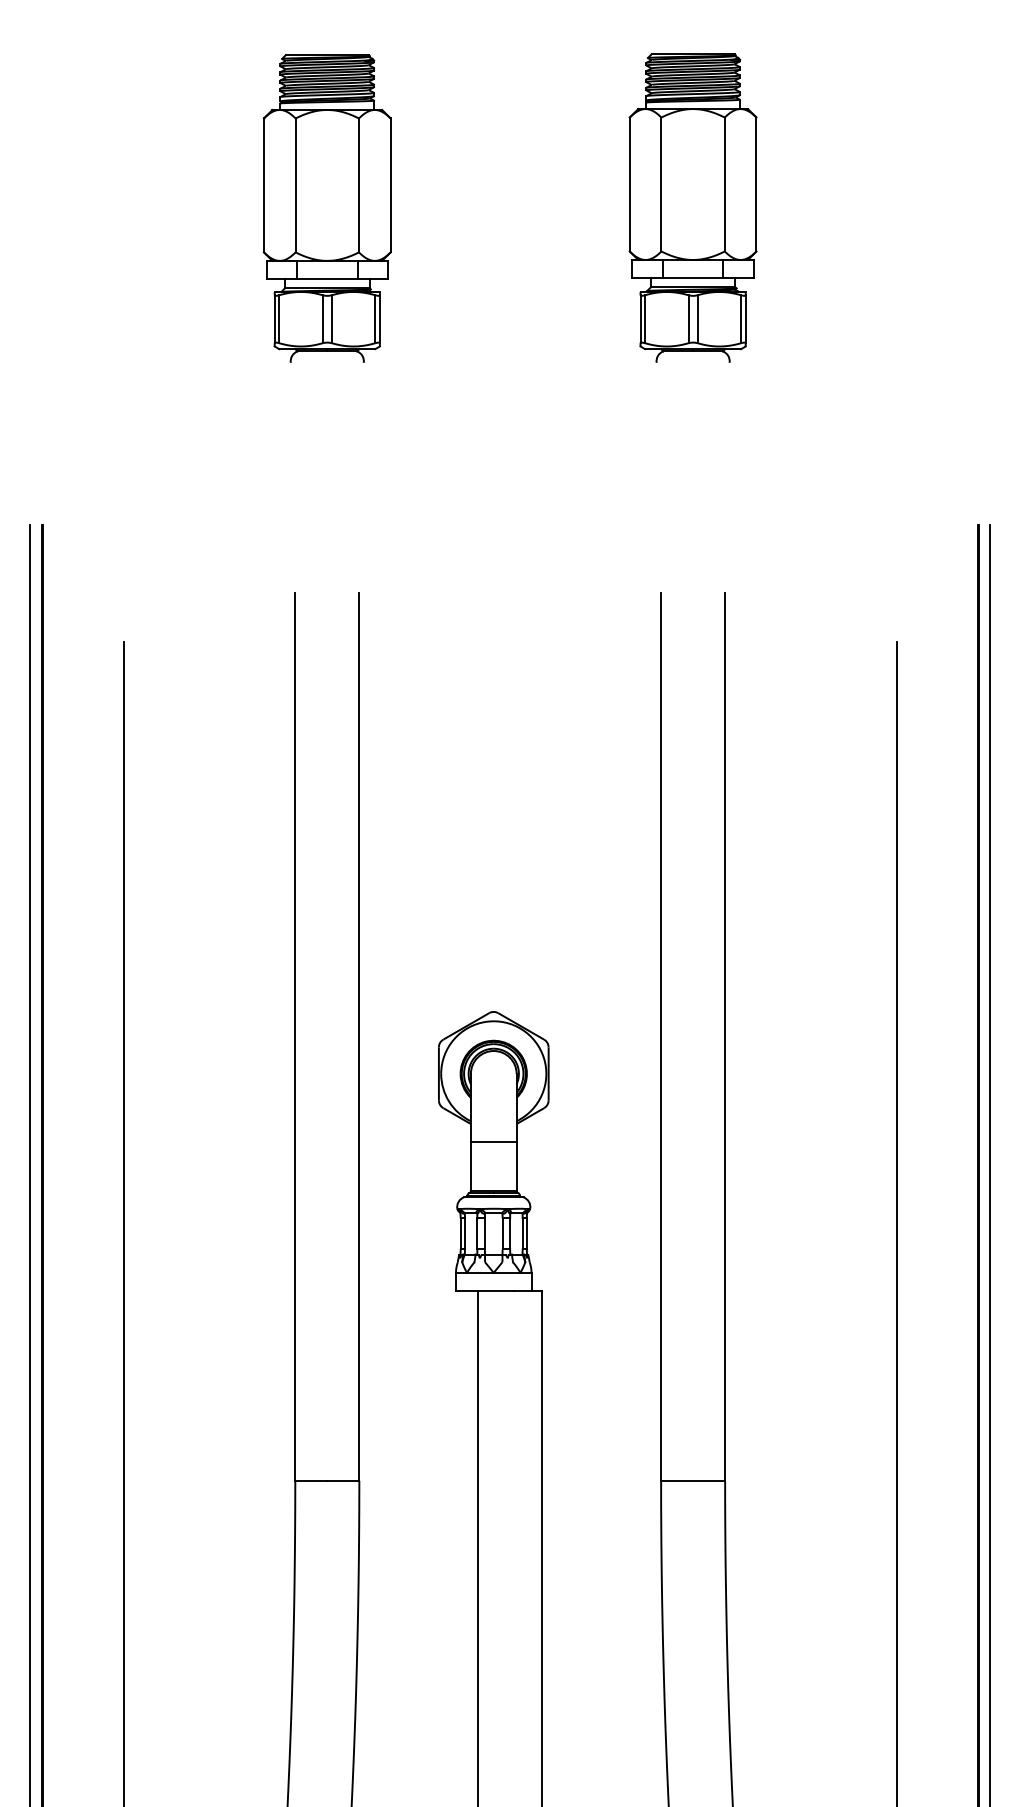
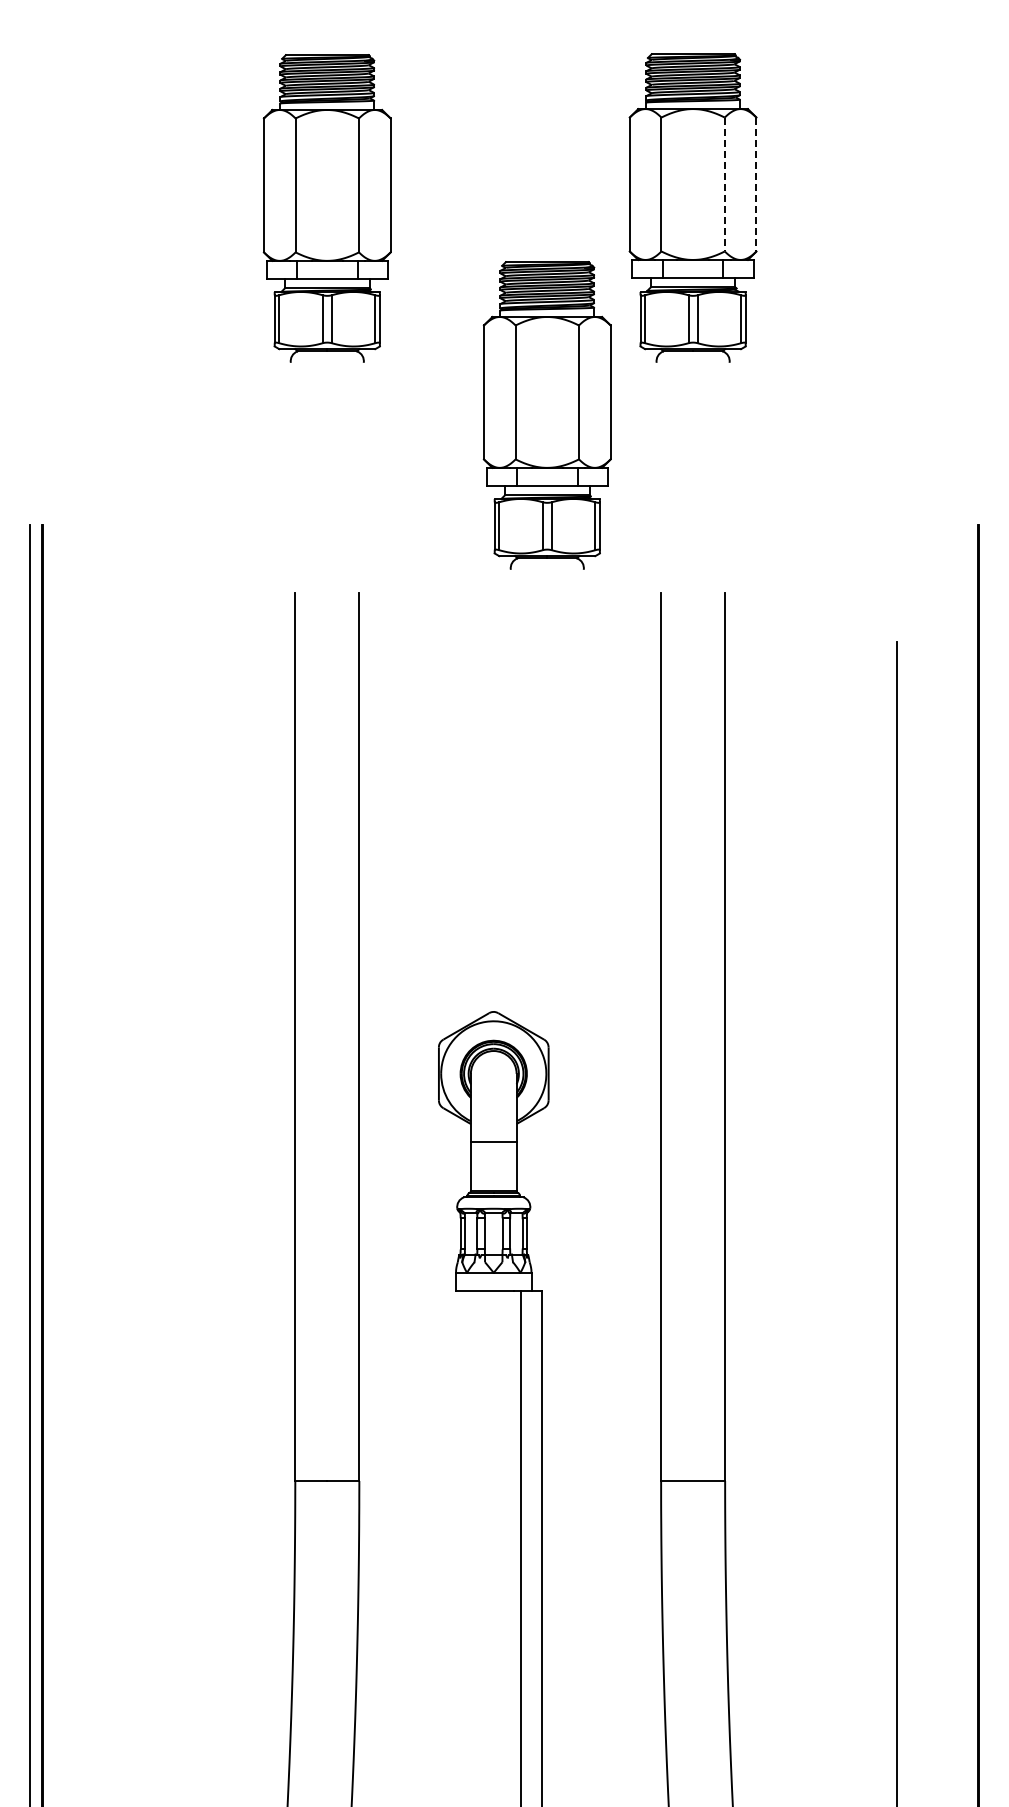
line at (724, 184): solid -> dashed
line at (756, 184): solid -> dashed
part at (546, 415): none -> present
line at (990, 1164): present -> none
line at (123, 1222): present -> none
line at (478, 1547) position: (478, 1547) -> (521, 1547)
